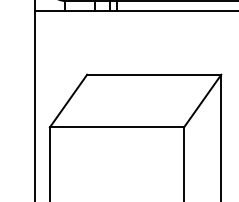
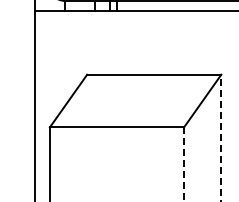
line at (221, 137): solid -> dashed
line at (184, 164): solid -> dashed
